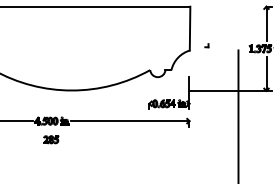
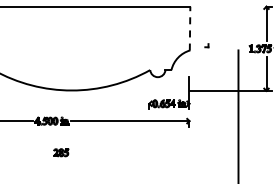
line at (190, 28): solid -> dashed
part at (51, 139) position: (51, 139) -> (61, 152)
